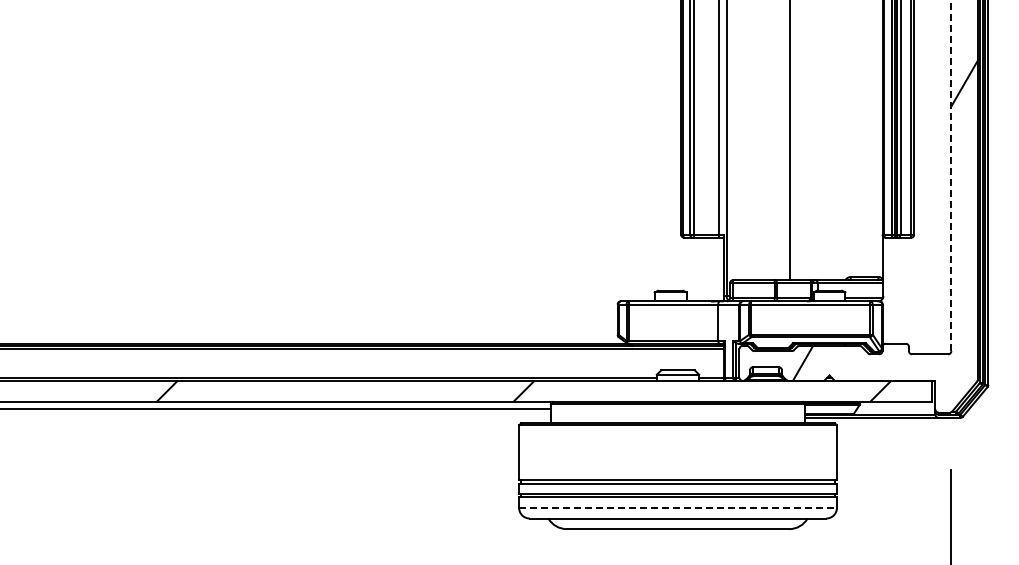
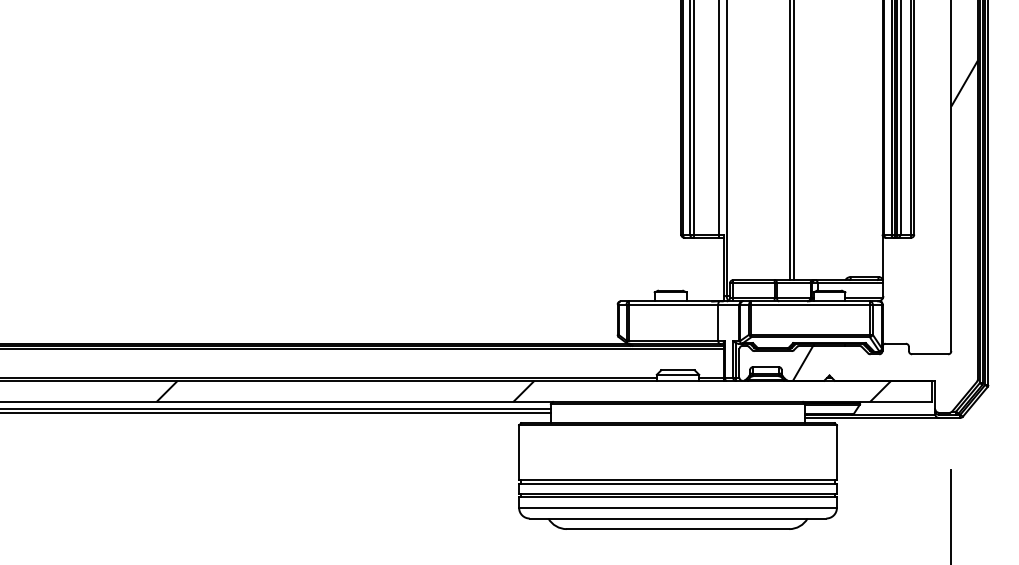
line at (794, 141): none -> present
line at (951, 176): dashed -> solid
line at (276, 412): none -> present
line at (678, 507): dashed -> solid
